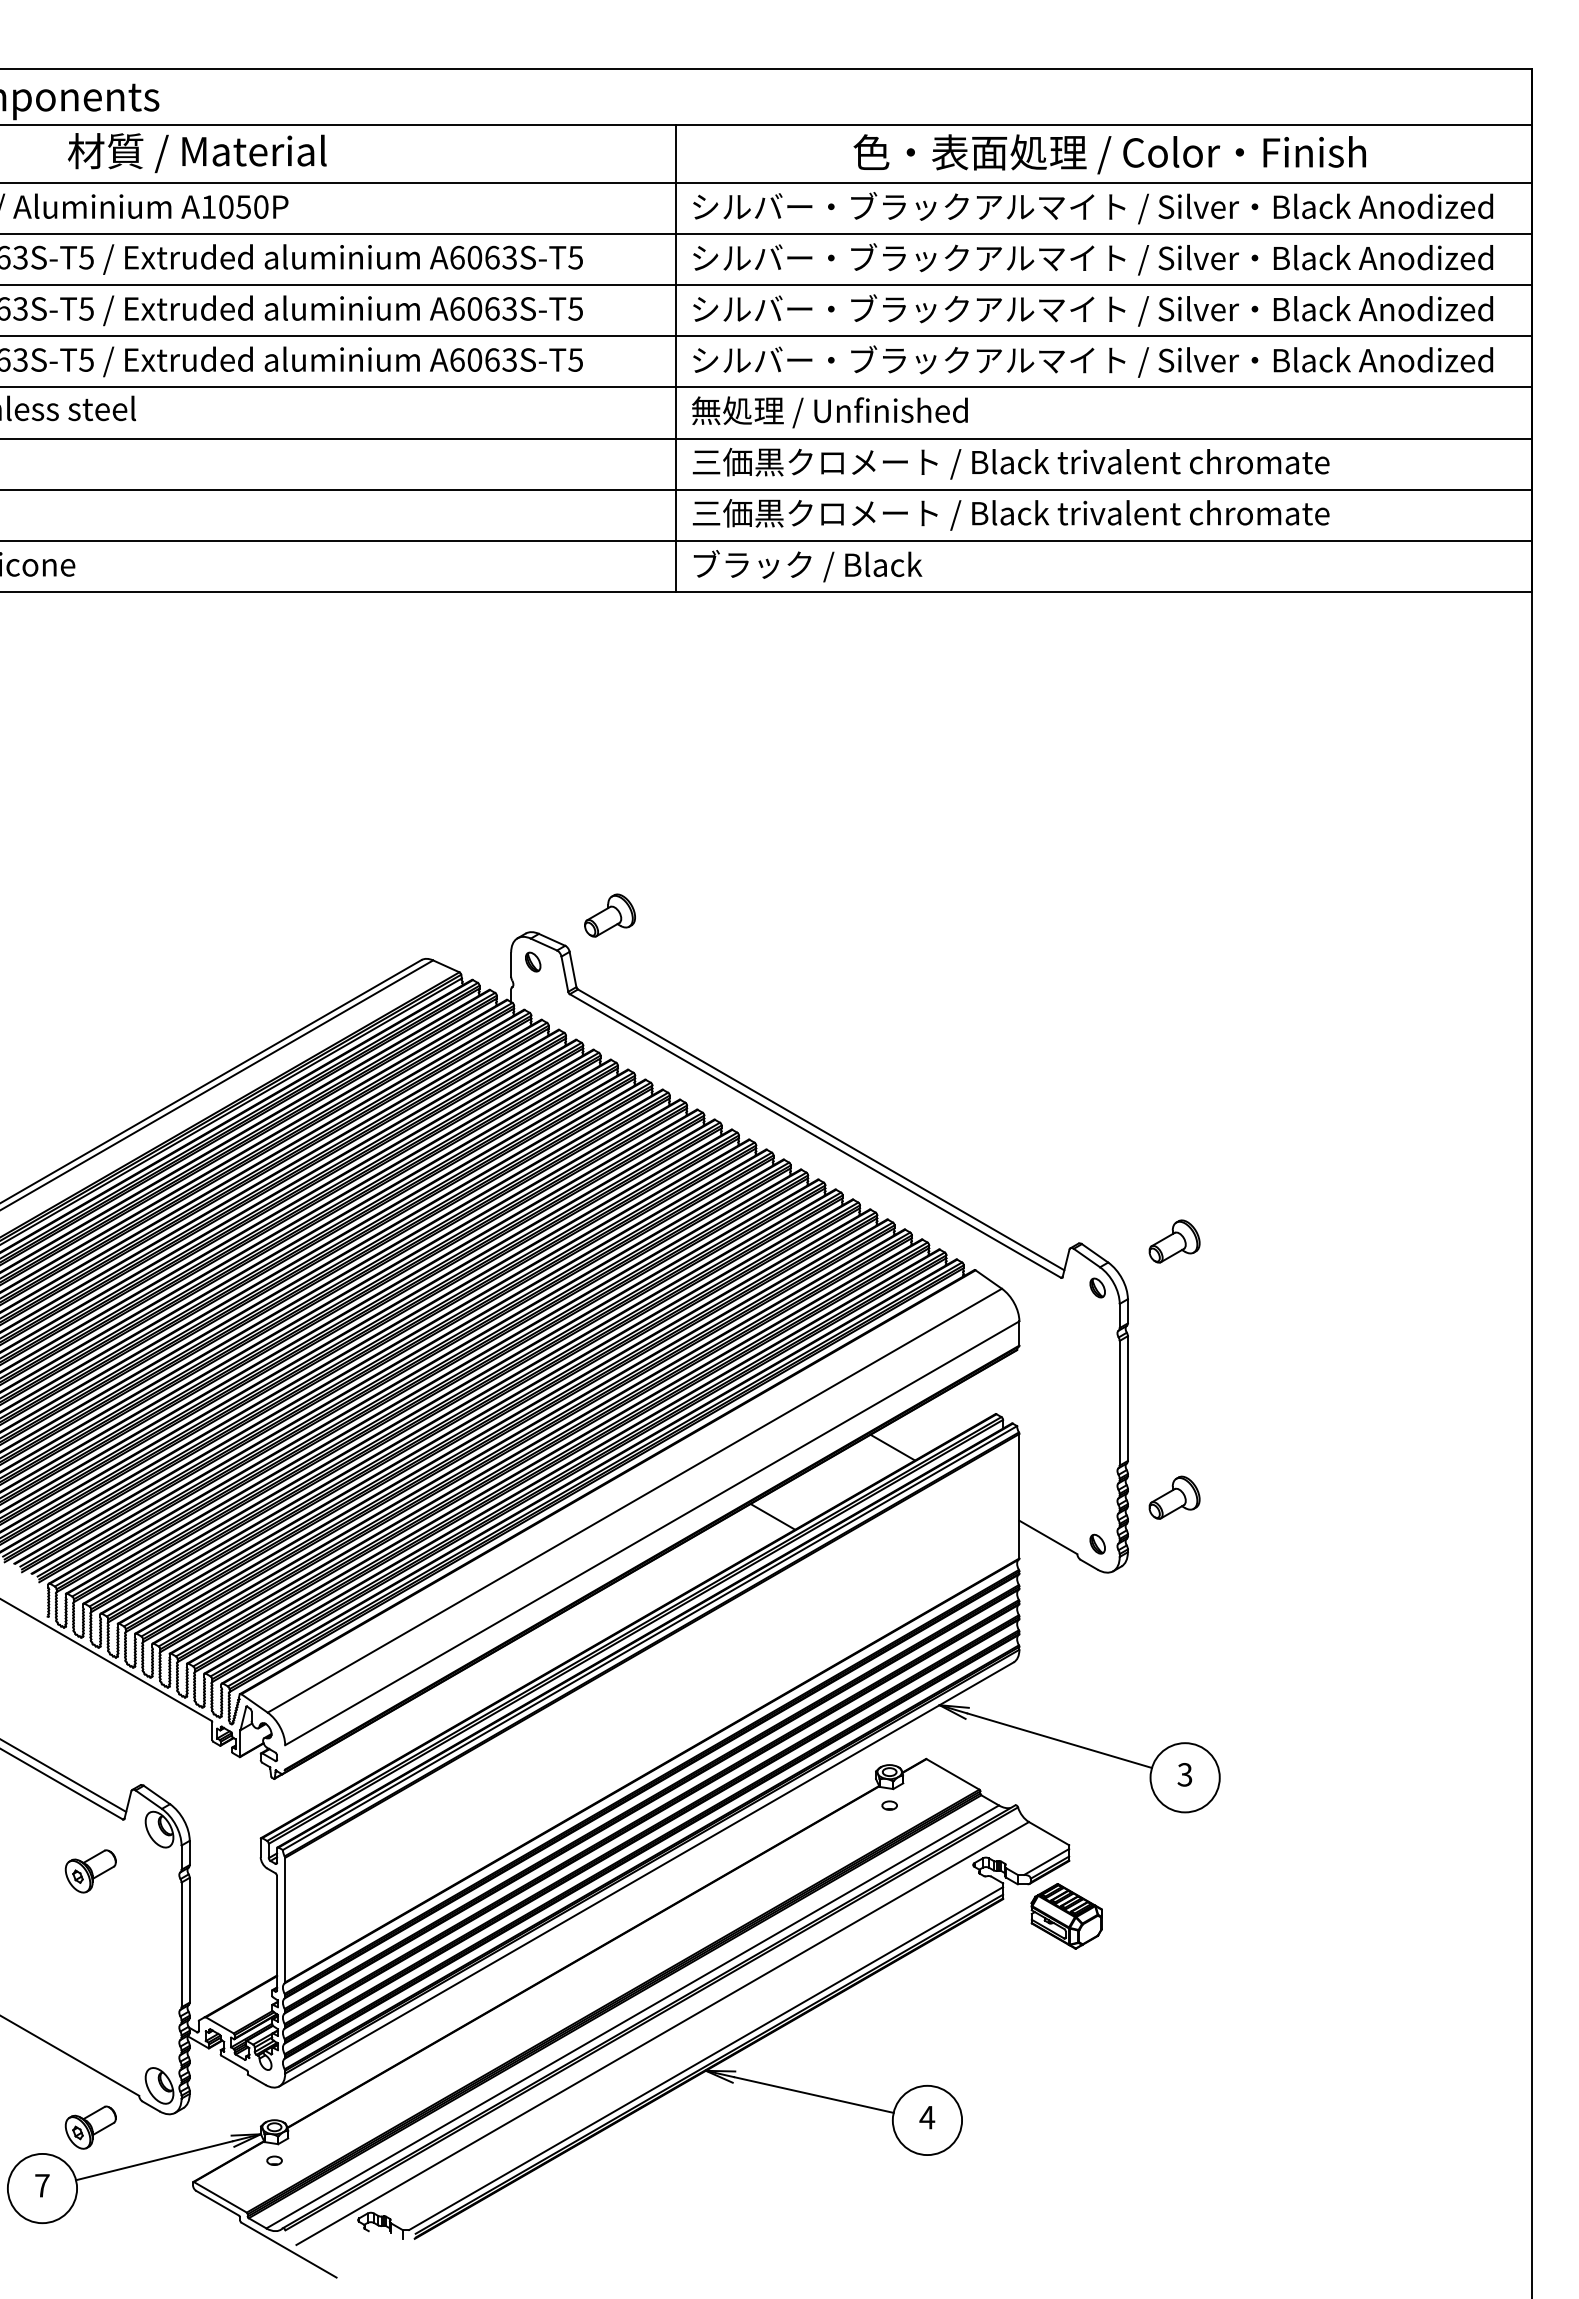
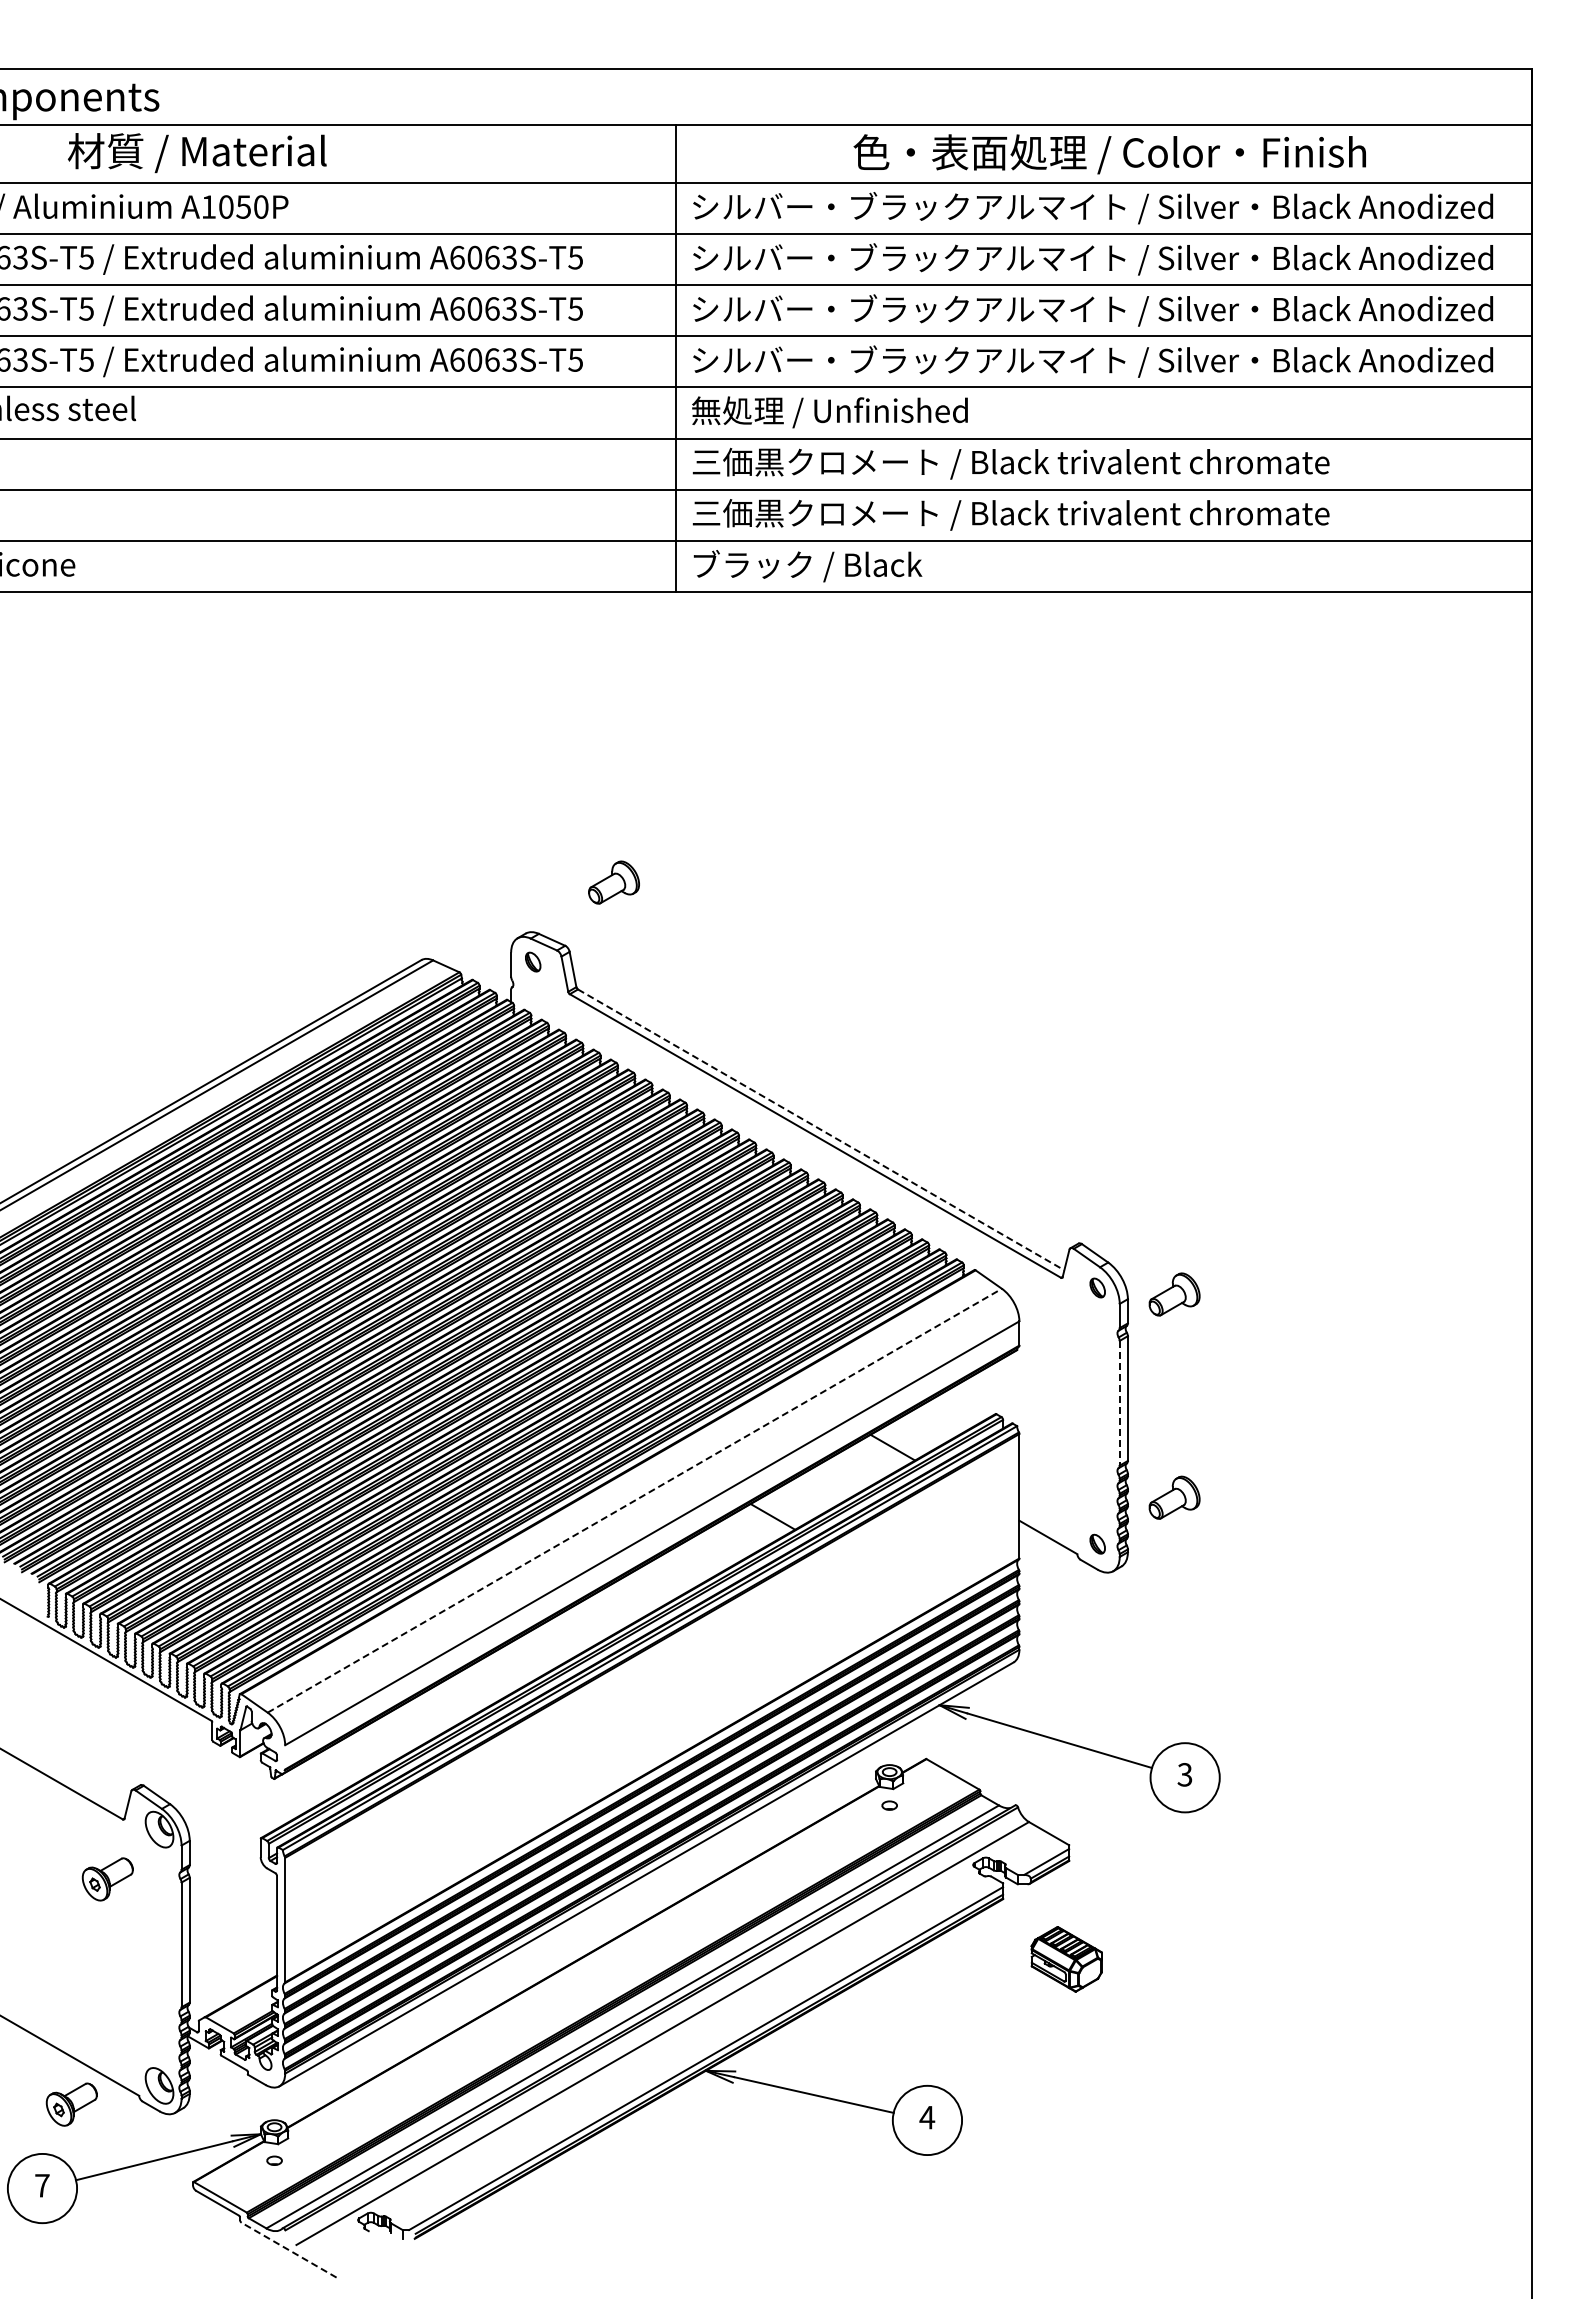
part at (609, 915) position: (609, 915) -> (613, 882)
line at (821, 1129): solid -> dashed
part at (1174, 1241) position: (1174, 1241) -> (1174, 1294)
line at (1119, 1403): solid -> dashed
line at (634, 1500): solid -> dashed
line at (64, 1775): present -> none
part at (90, 1871) position: (90, 1871) -> (107, 1879)
part at (1066, 1916) position: (1066, 1916) -> (1066, 1959)
part at (90, 2127) position: (90, 2127) -> (71, 2104)
line at (289, 2250): solid -> dashed
